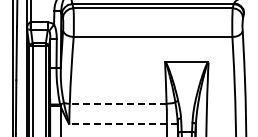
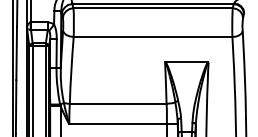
line at (117, 103): dashed -> solid
line at (122, 124): dashed -> solid
